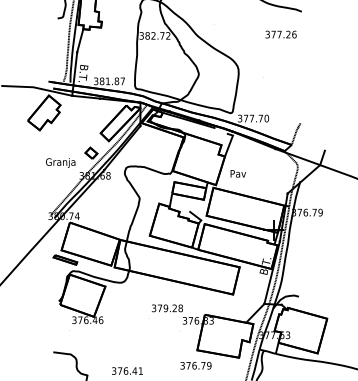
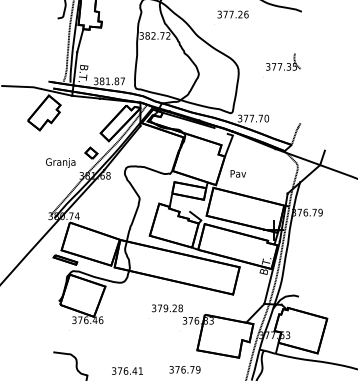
text at (280, 34) position: (280, 34) -> (232, 14)
part at (283, 61): none -> present
text at (195, 365) position: (195, 365) -> (184, 369)
